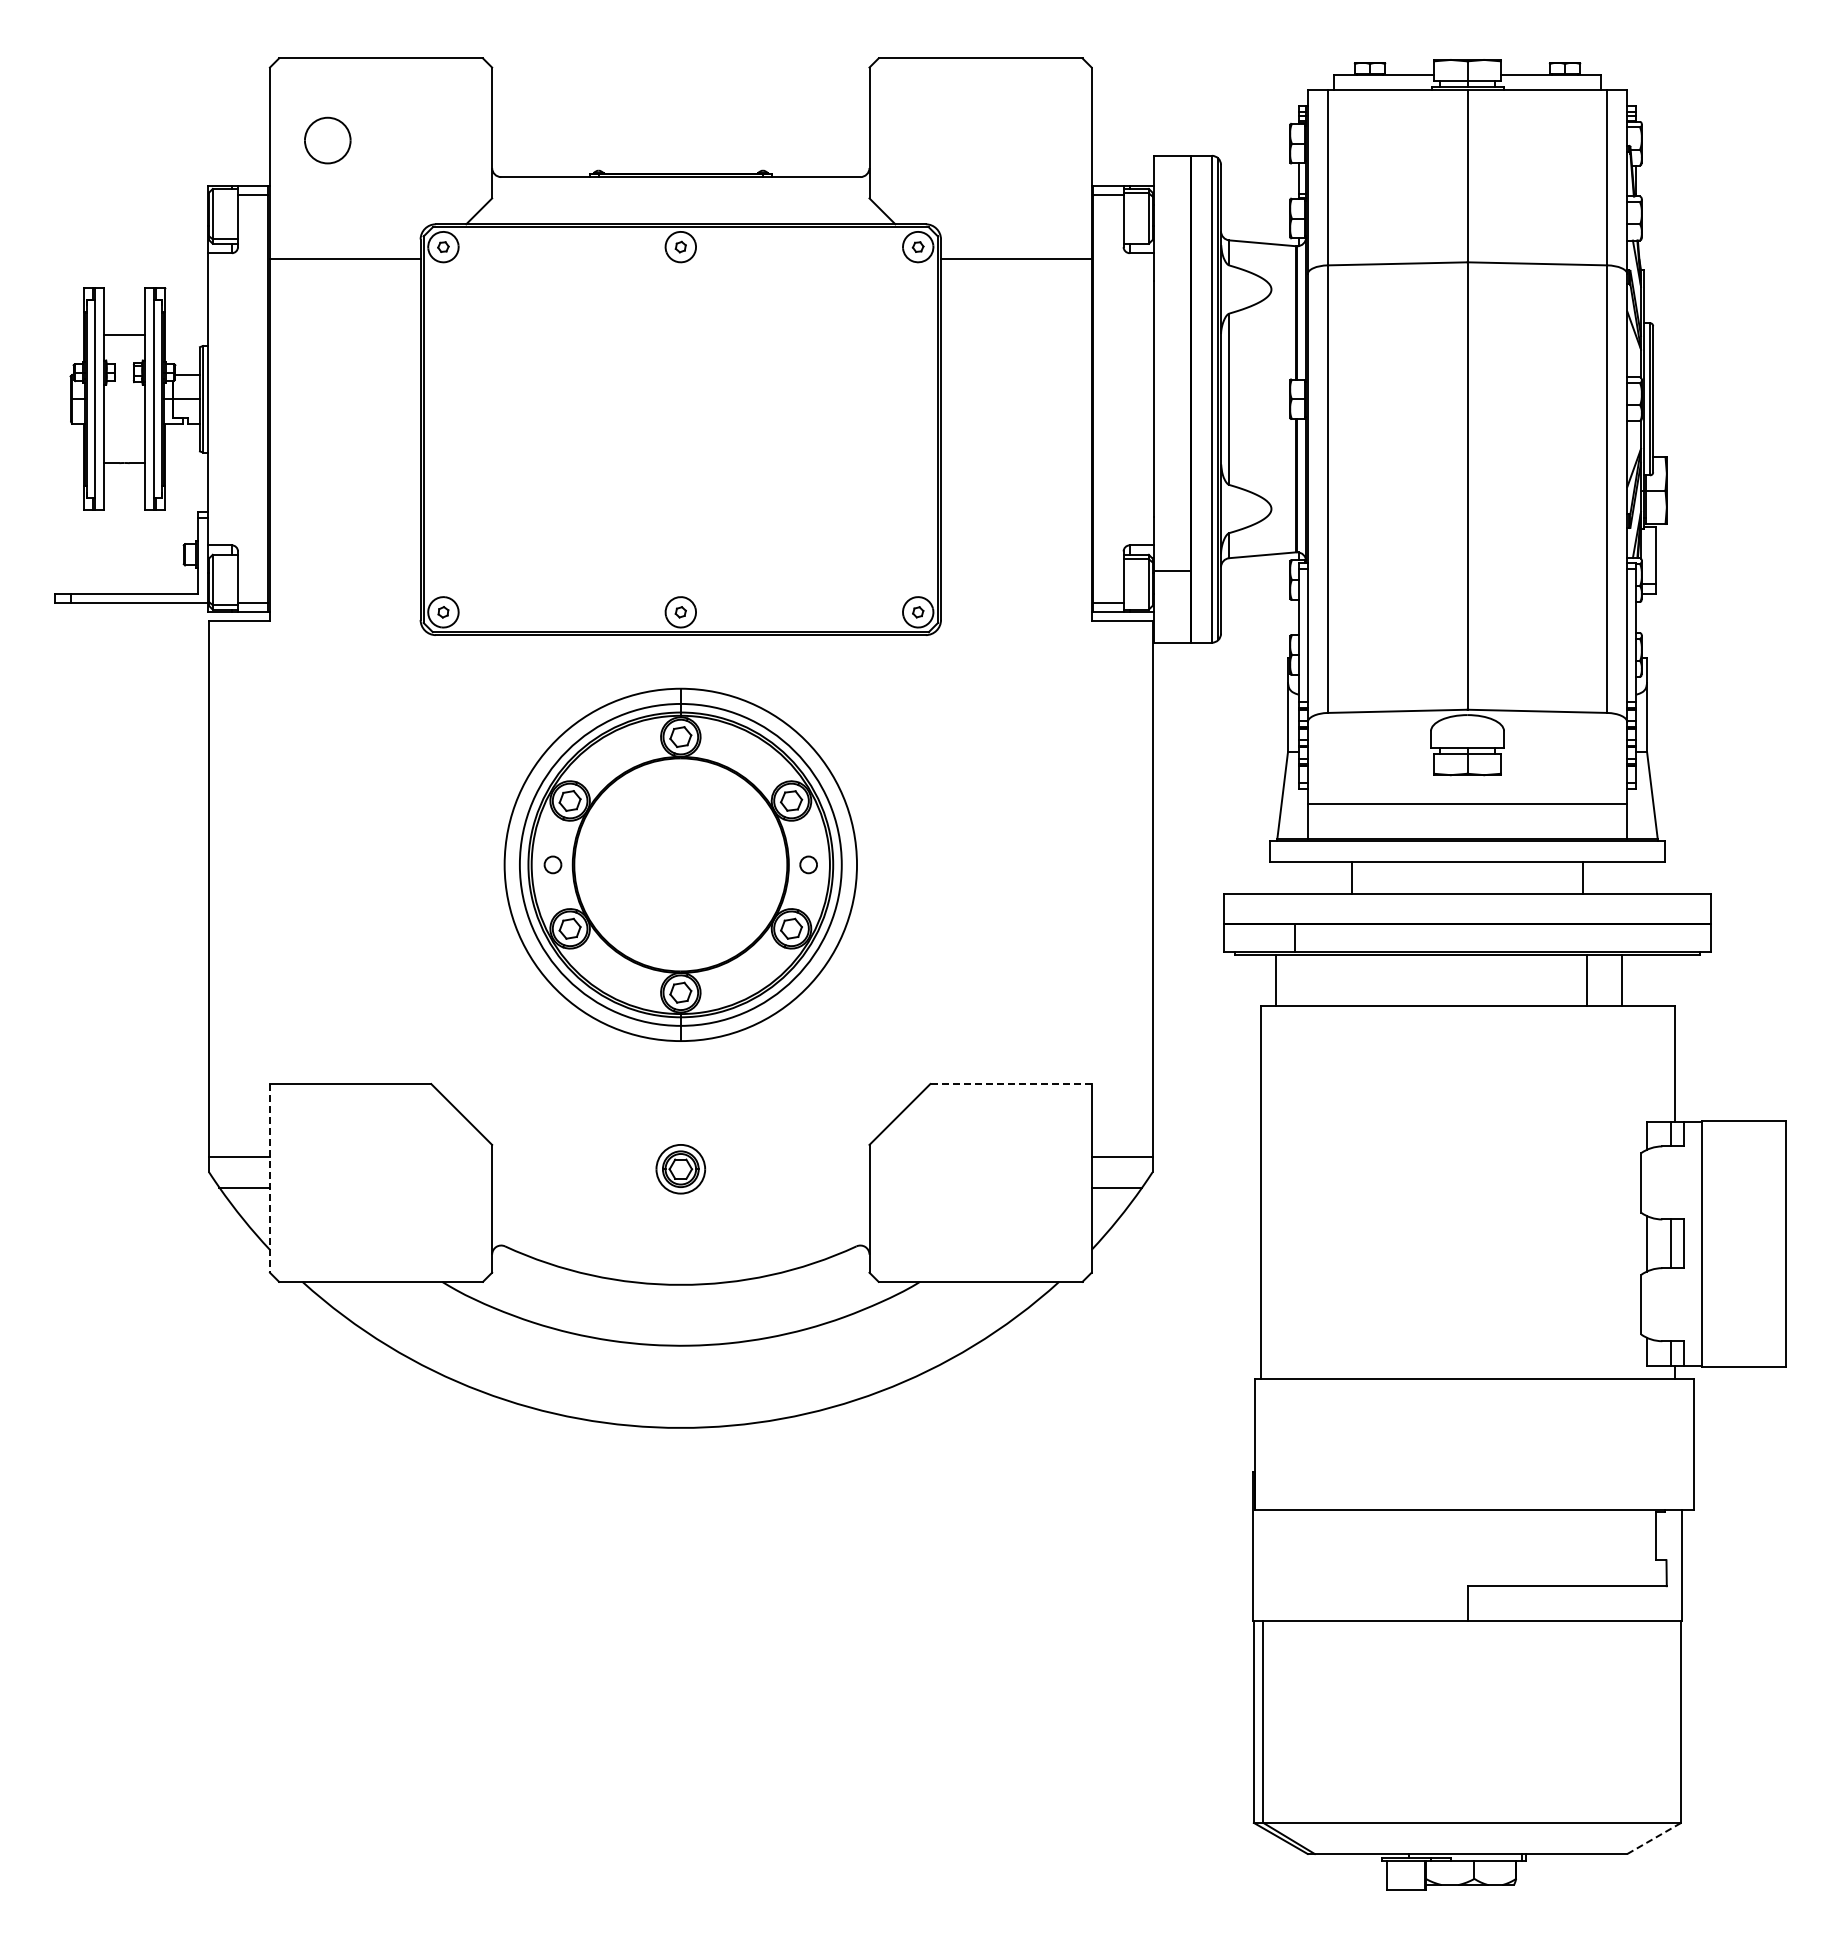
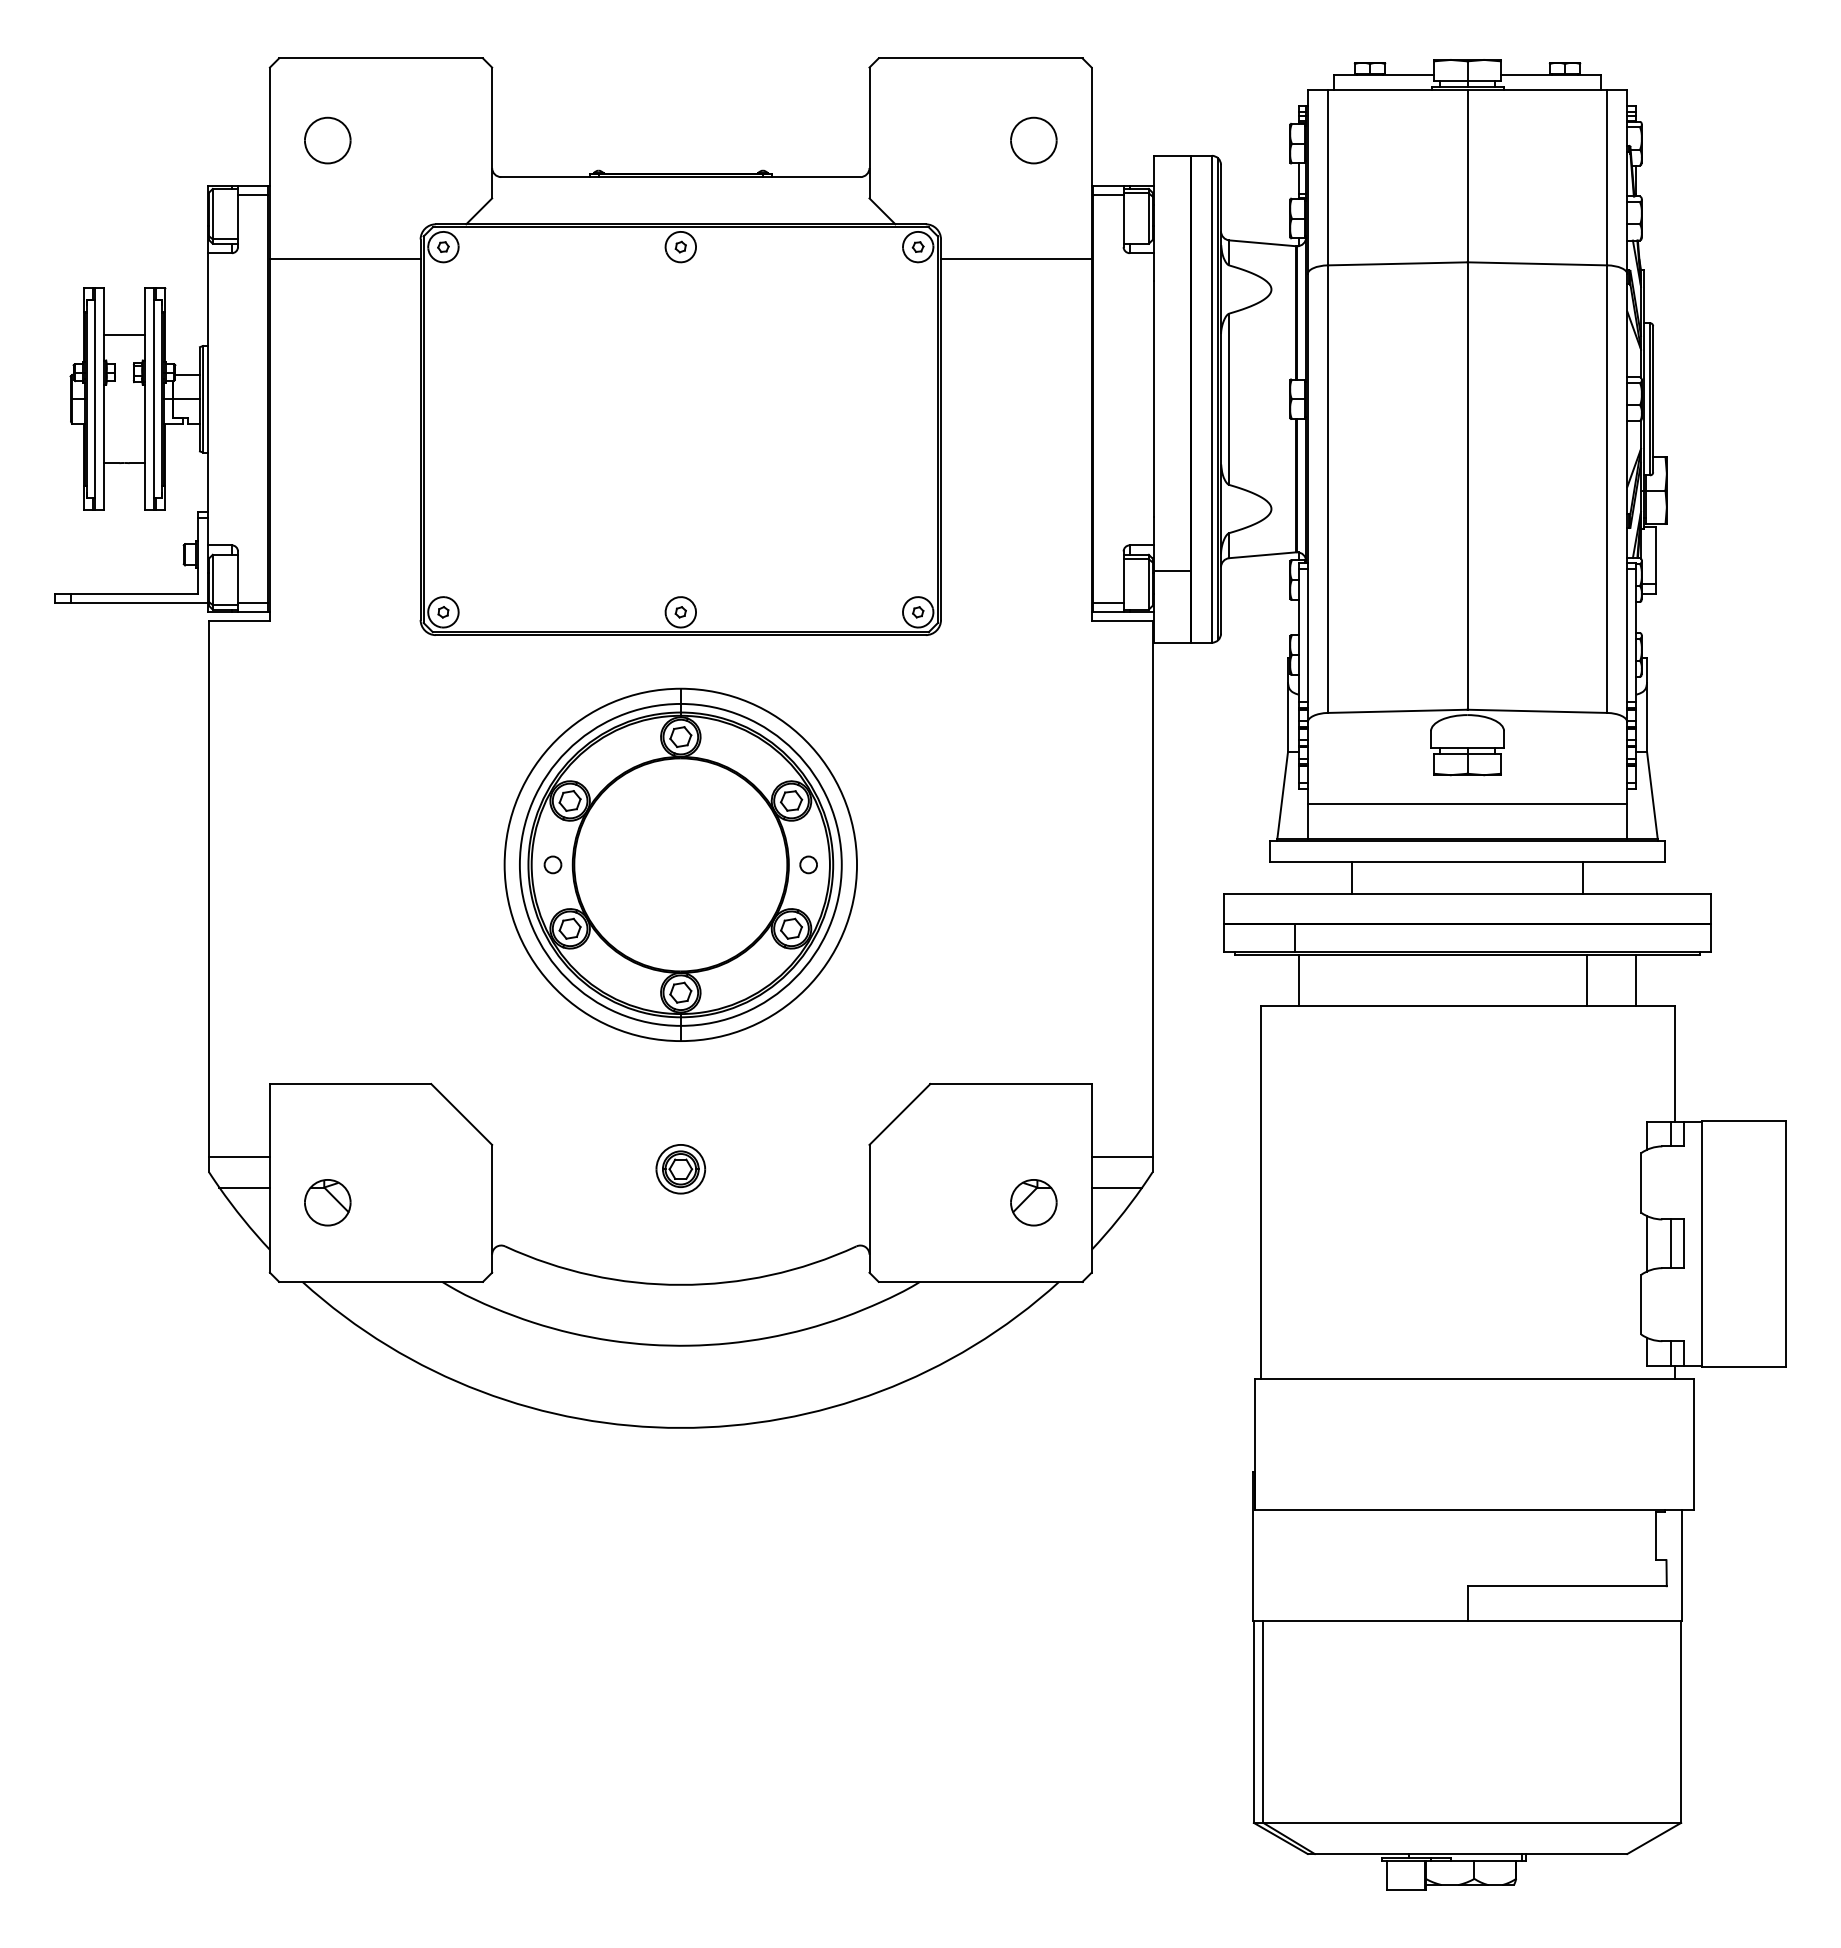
part at (1033, 140): none -> present
line at (1275, 980) position: (1275, 980) -> (1298, 980)
line at (1622, 980) position: (1622, 980) -> (1636, 980)
line at (1011, 1084): dashed -> solid
line at (269, 1178): dashed -> solid
part at (327, 1202): none -> present
part at (1033, 1202): none -> present
line at (1654, 1838): dashed -> solid
